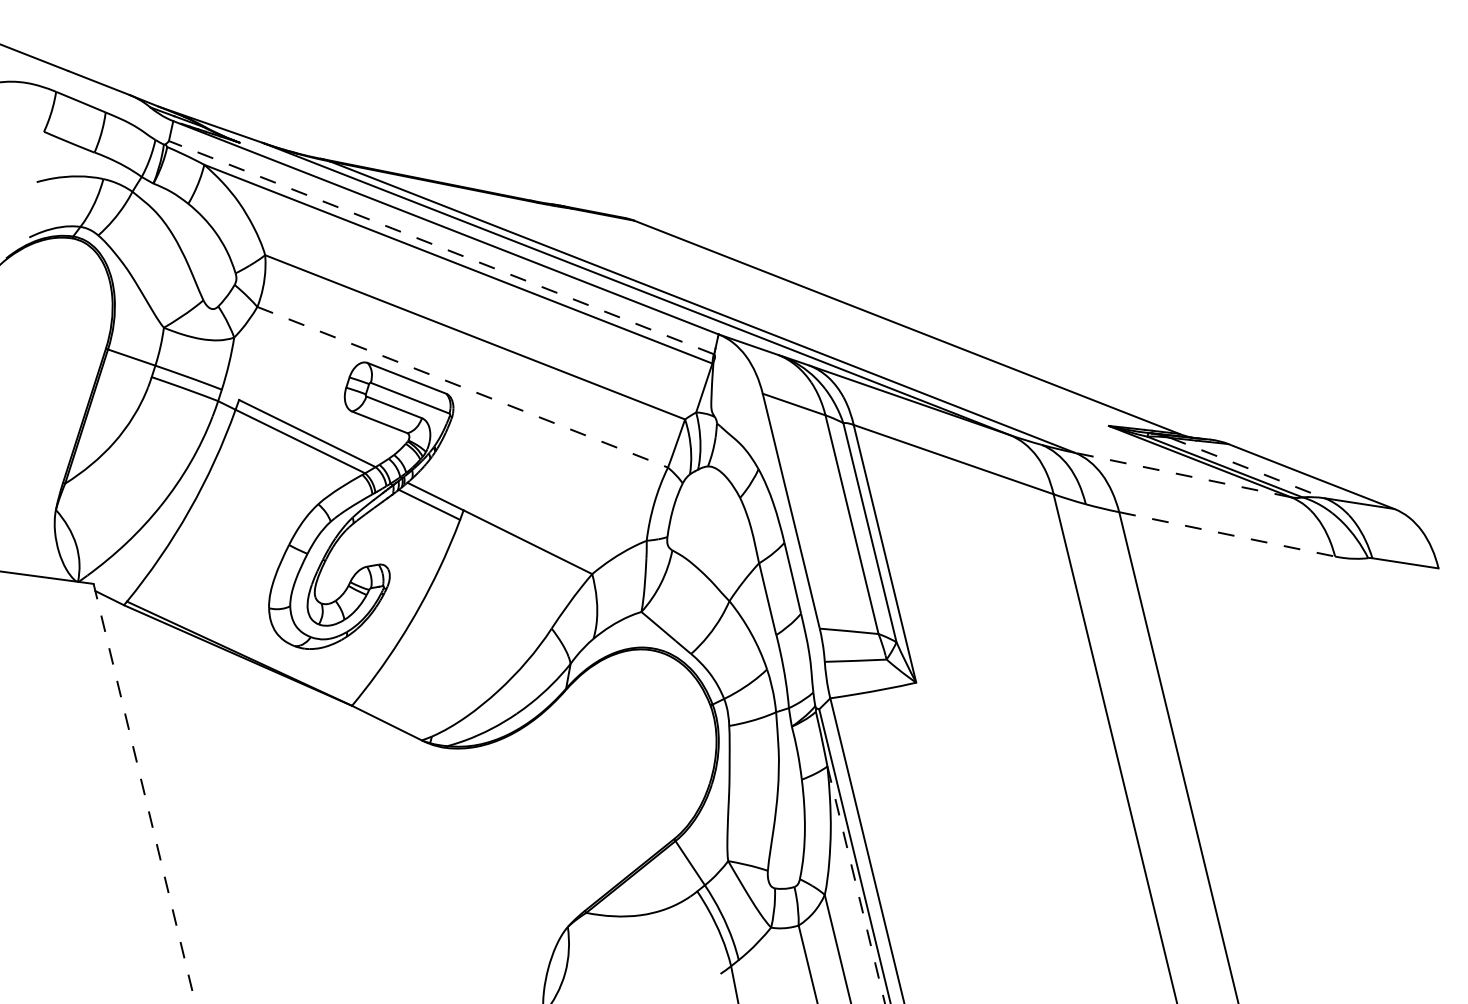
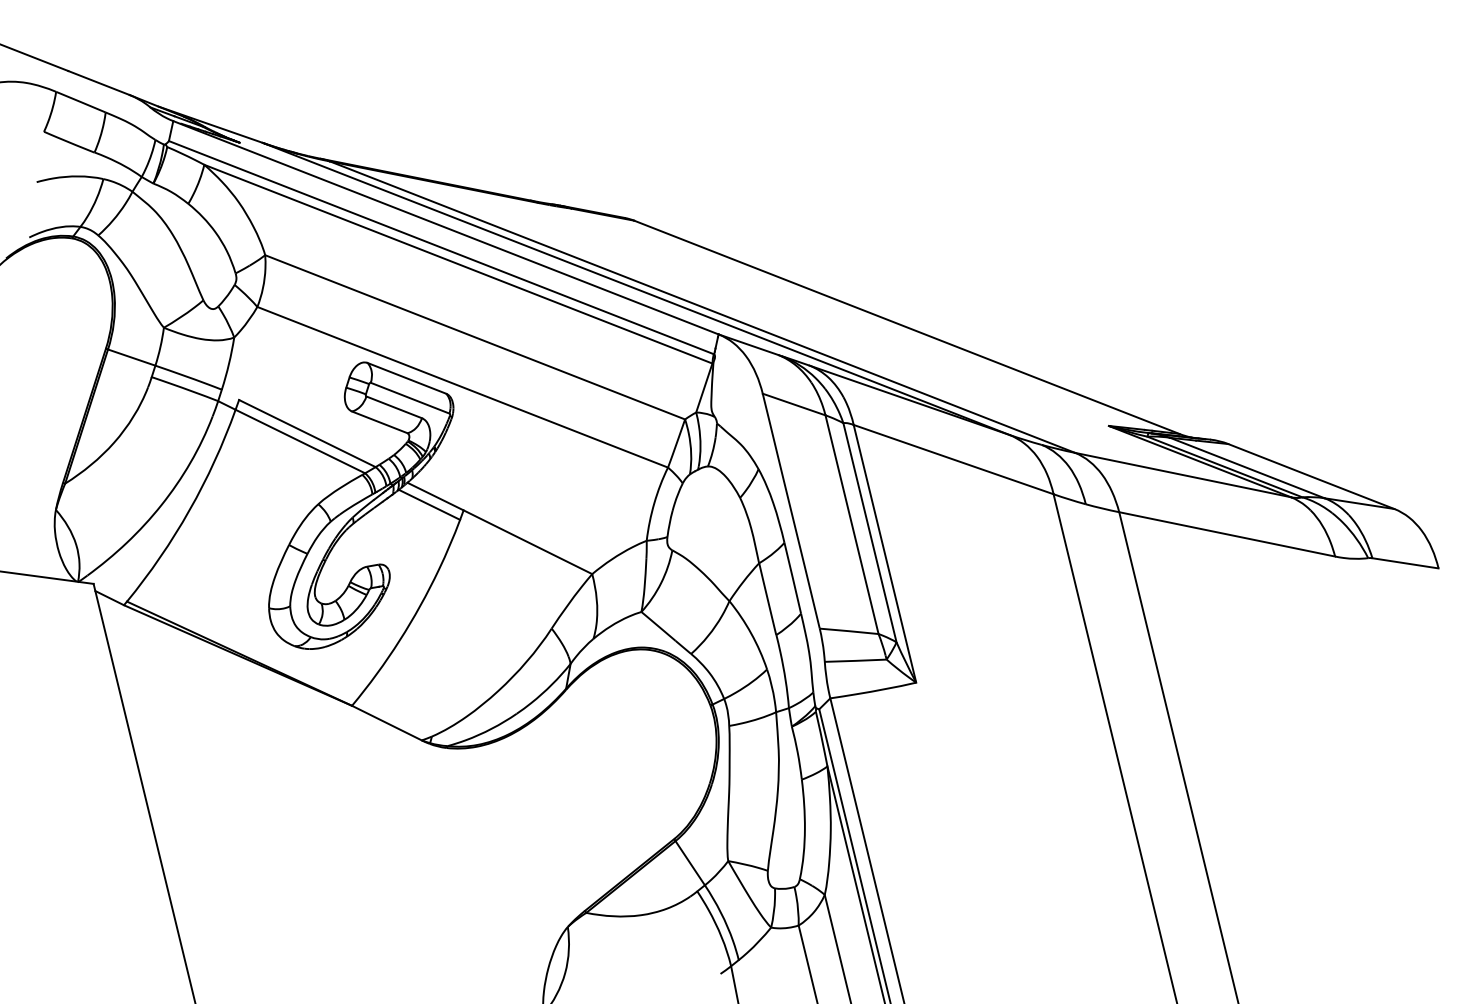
line at (440, 247): dashed -> solid
line at (463, 387): dashed -> solid
line at (1247, 468): dashed -> solid
line at (1182, 474): dashed -> solid
line at (1227, 534): dashed -> solid
line at (144, 793): dashed -> solid
line at (856, 884): dashed -> solid
